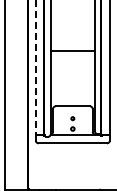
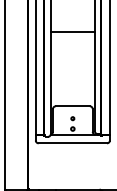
line at (72, 51) position: (72, 51) -> (72, 32)
line at (35, 67): dashed -> solid
